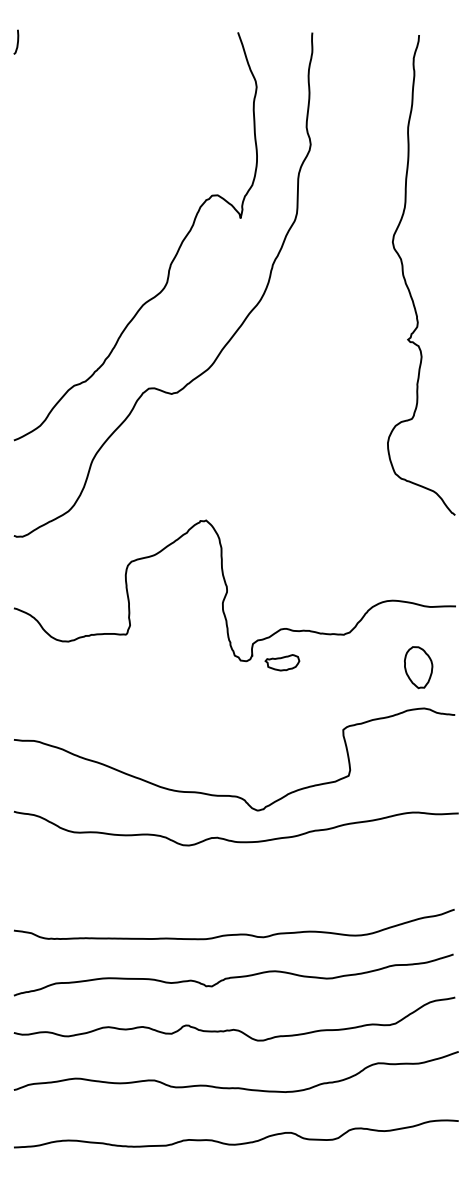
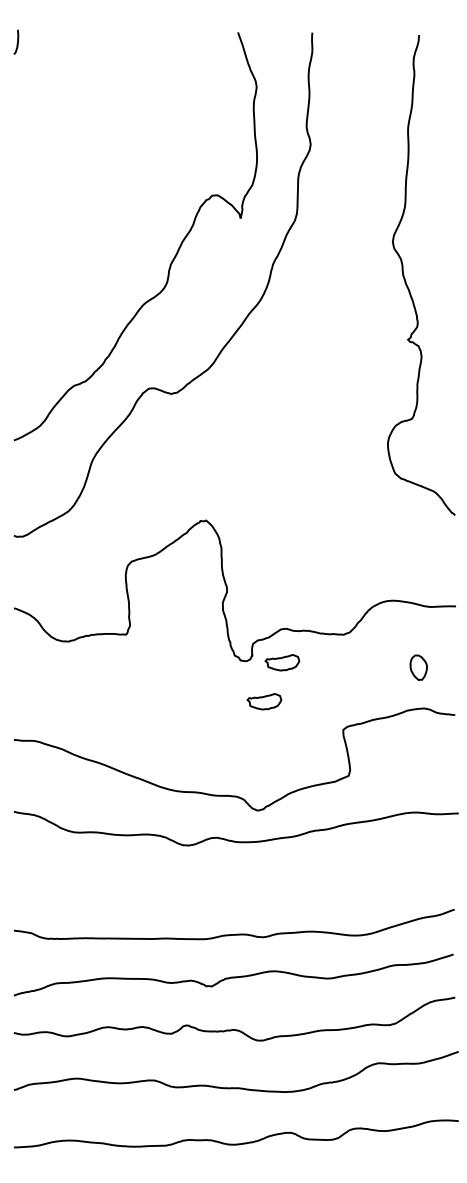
part at (418, 667) size: 30x44 px -> 19x27 px
part at (264, 701): none -> present
